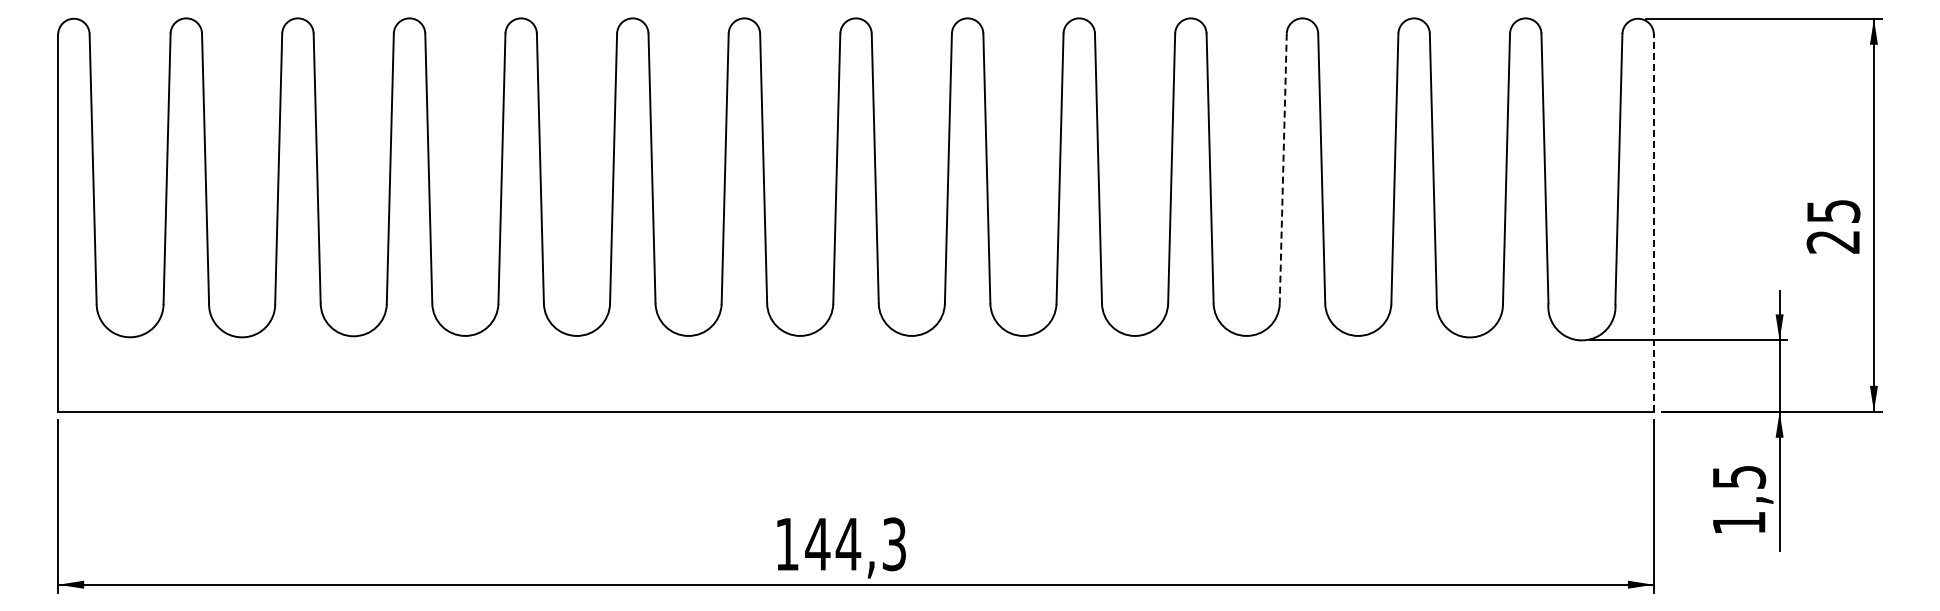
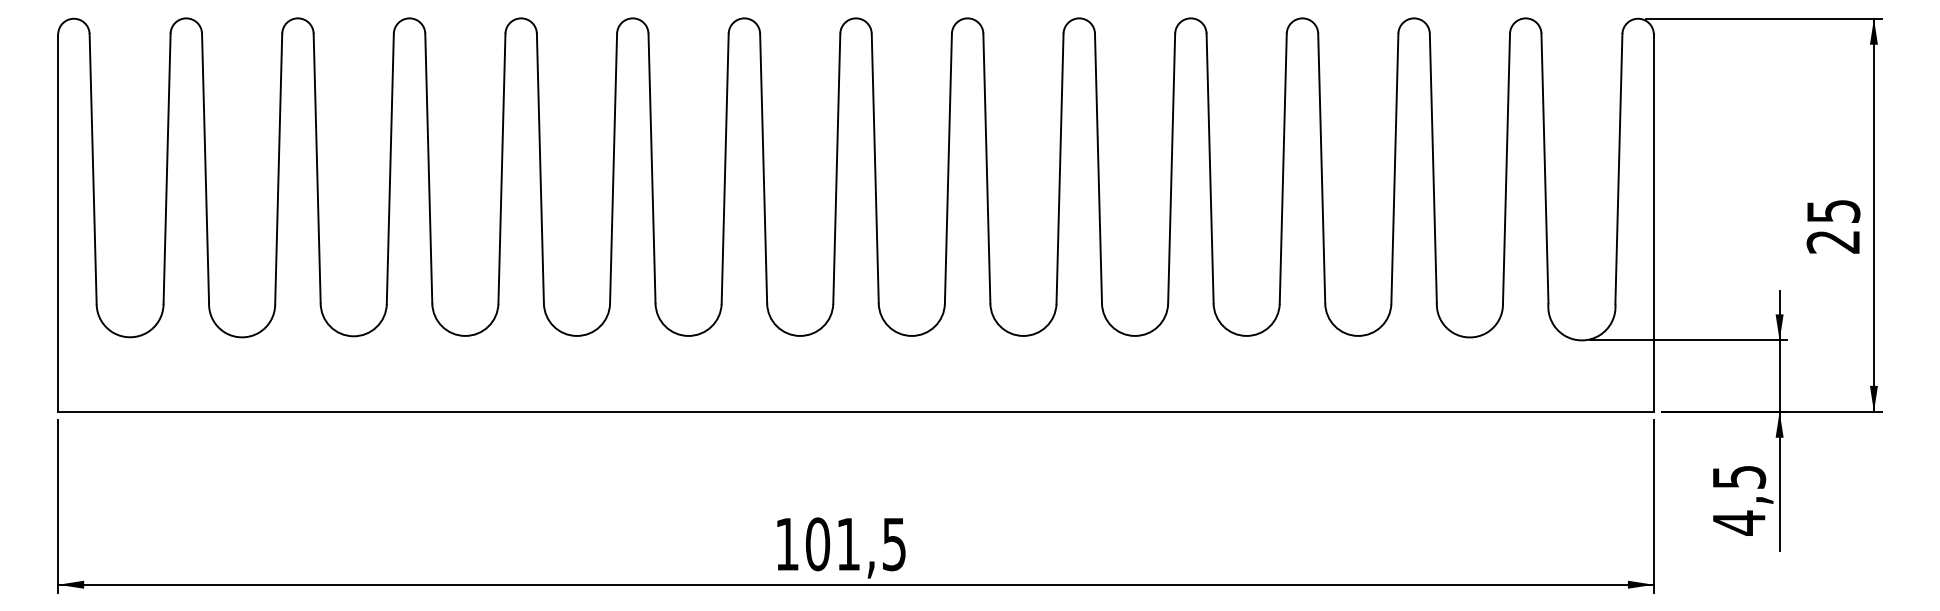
line at (1283, 169): dashed -> solid
line at (1653, 223): dashed -> solid
text at (1739, 522): 1,5 -> 4,5
text at (855, 544): 144,3 -> 101,5
